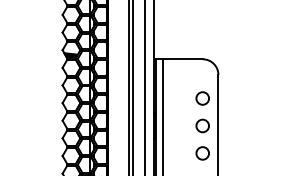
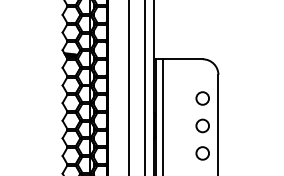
line at (132, 87): present -> none
